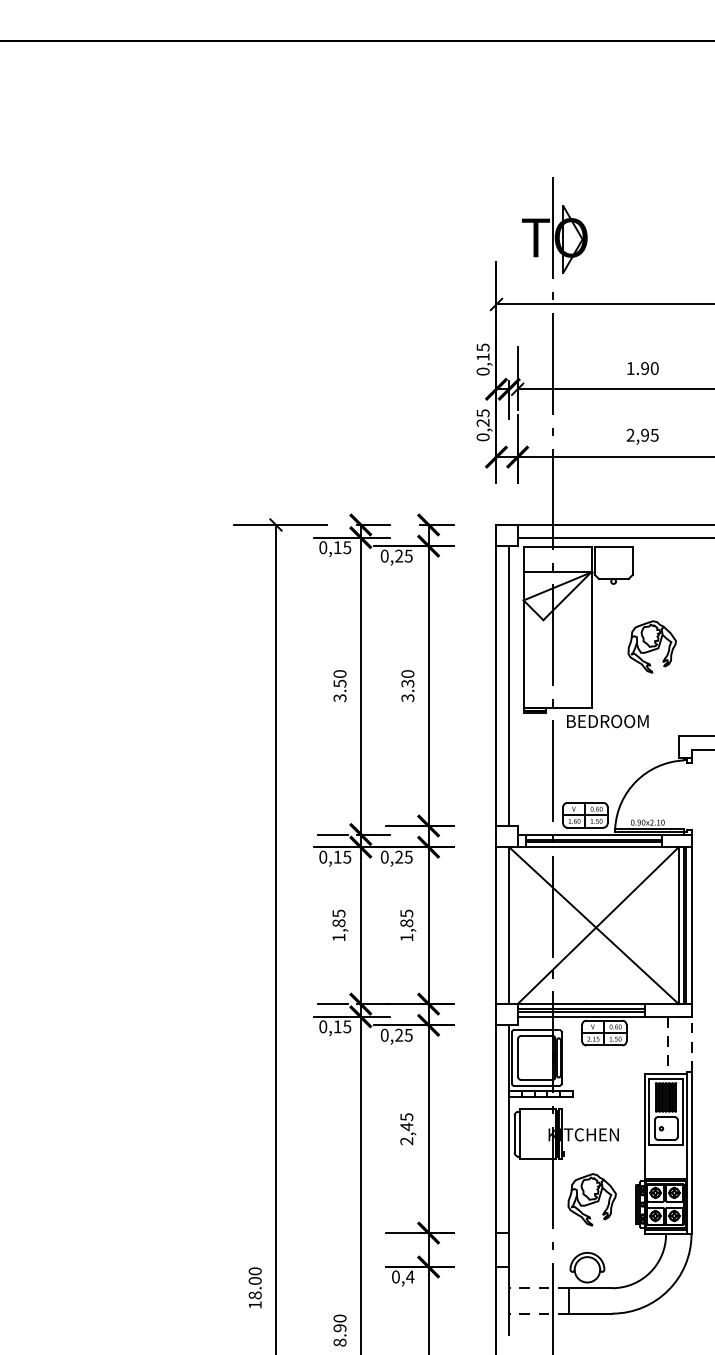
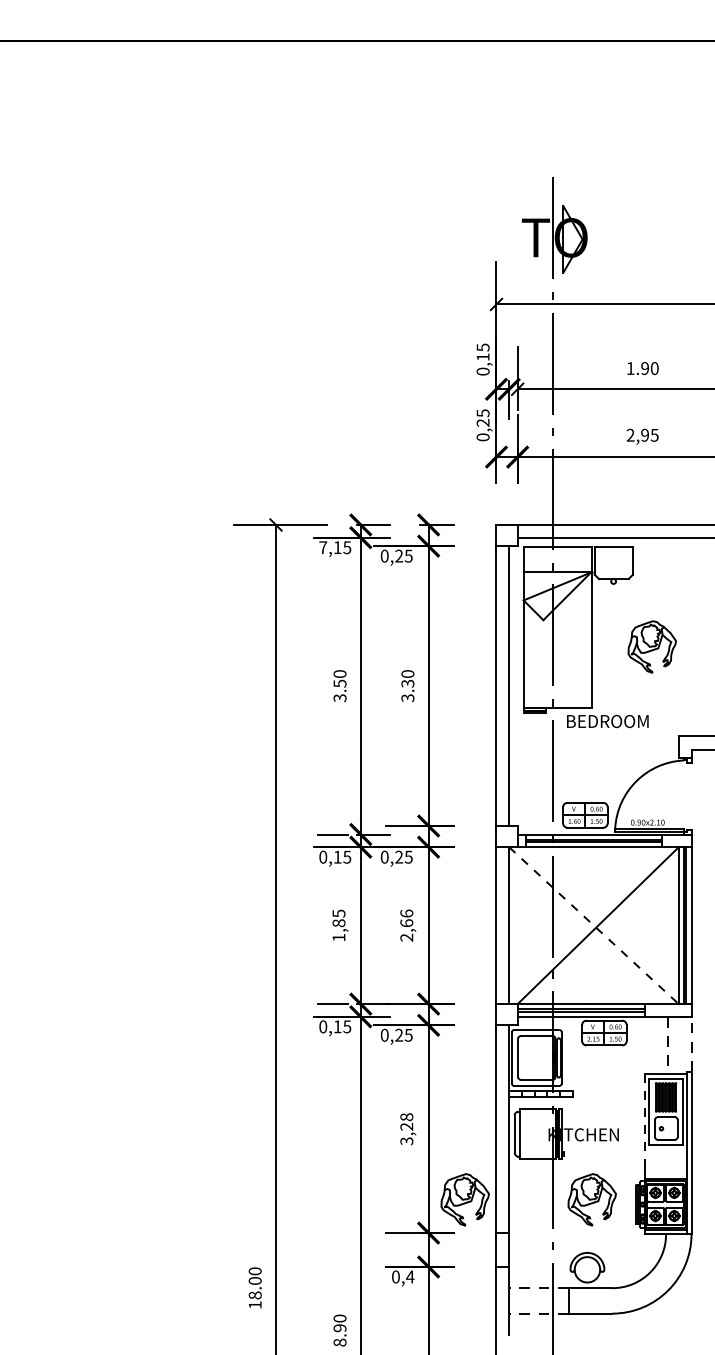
text at (323, 547): 0,15 -> 7,15
text at (406, 925): 1,85 -> 2,66
line at (593, 925): solid -> dashed
line at (644, 1121): solid -> dashed
text at (406, 1129): 2,45 -> 3,28
part at (464, 1199): none -> present
